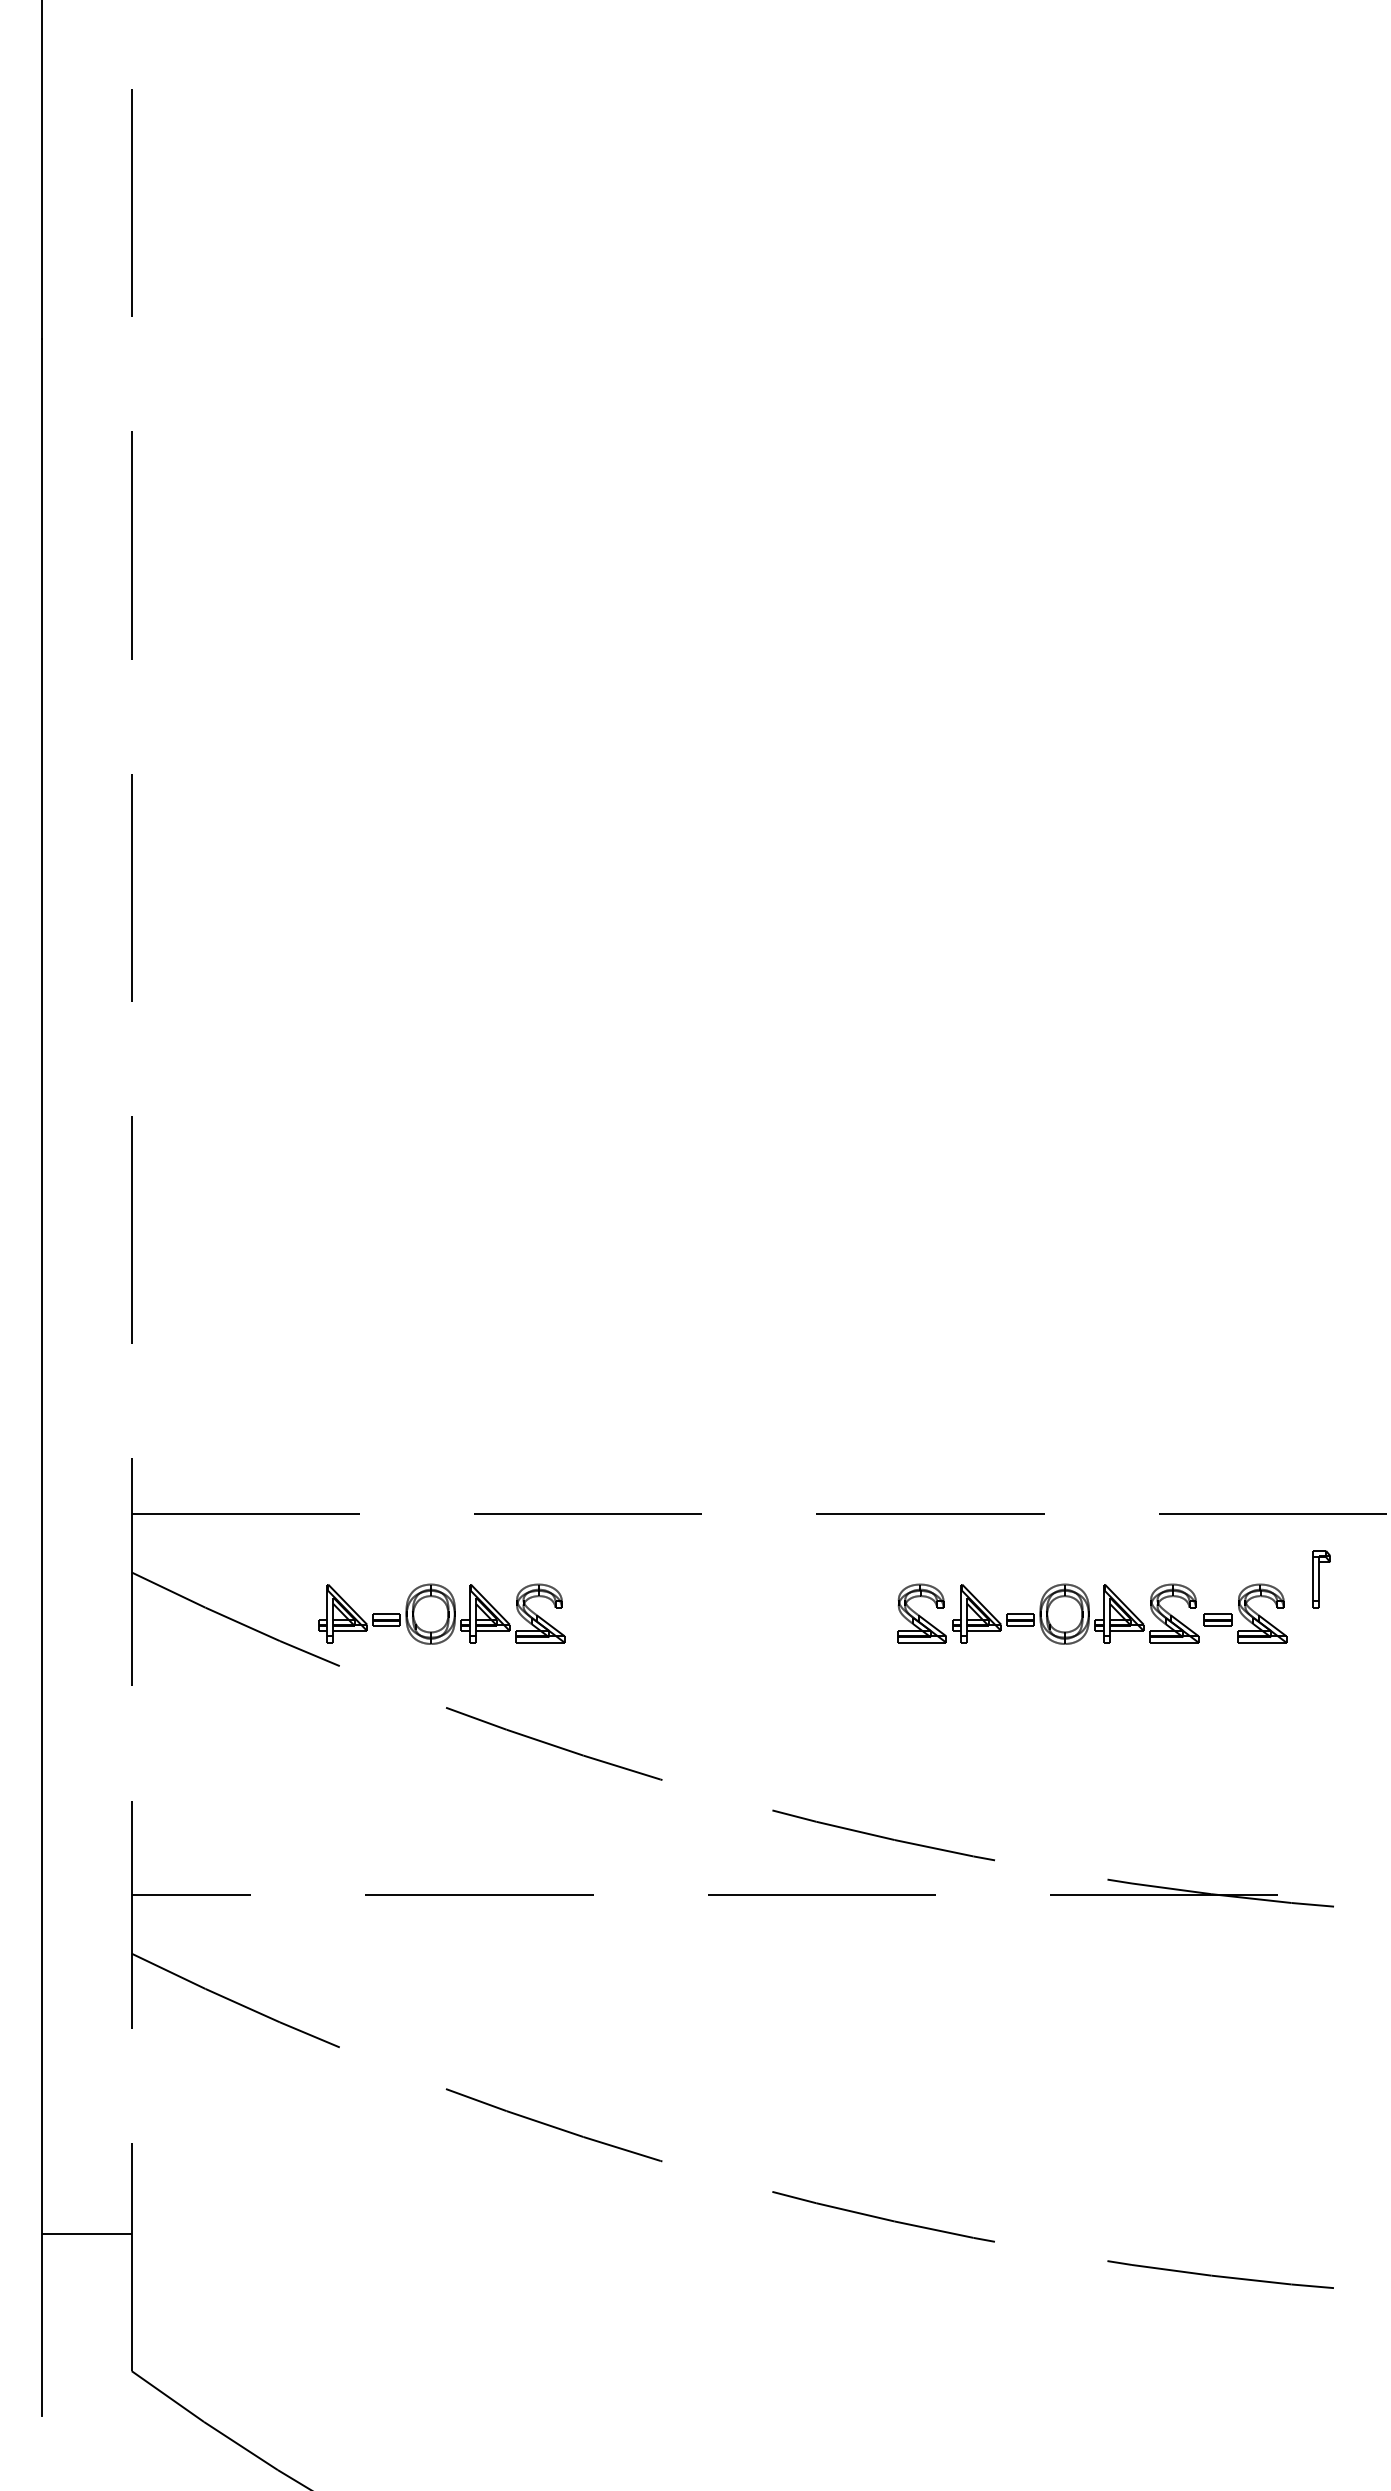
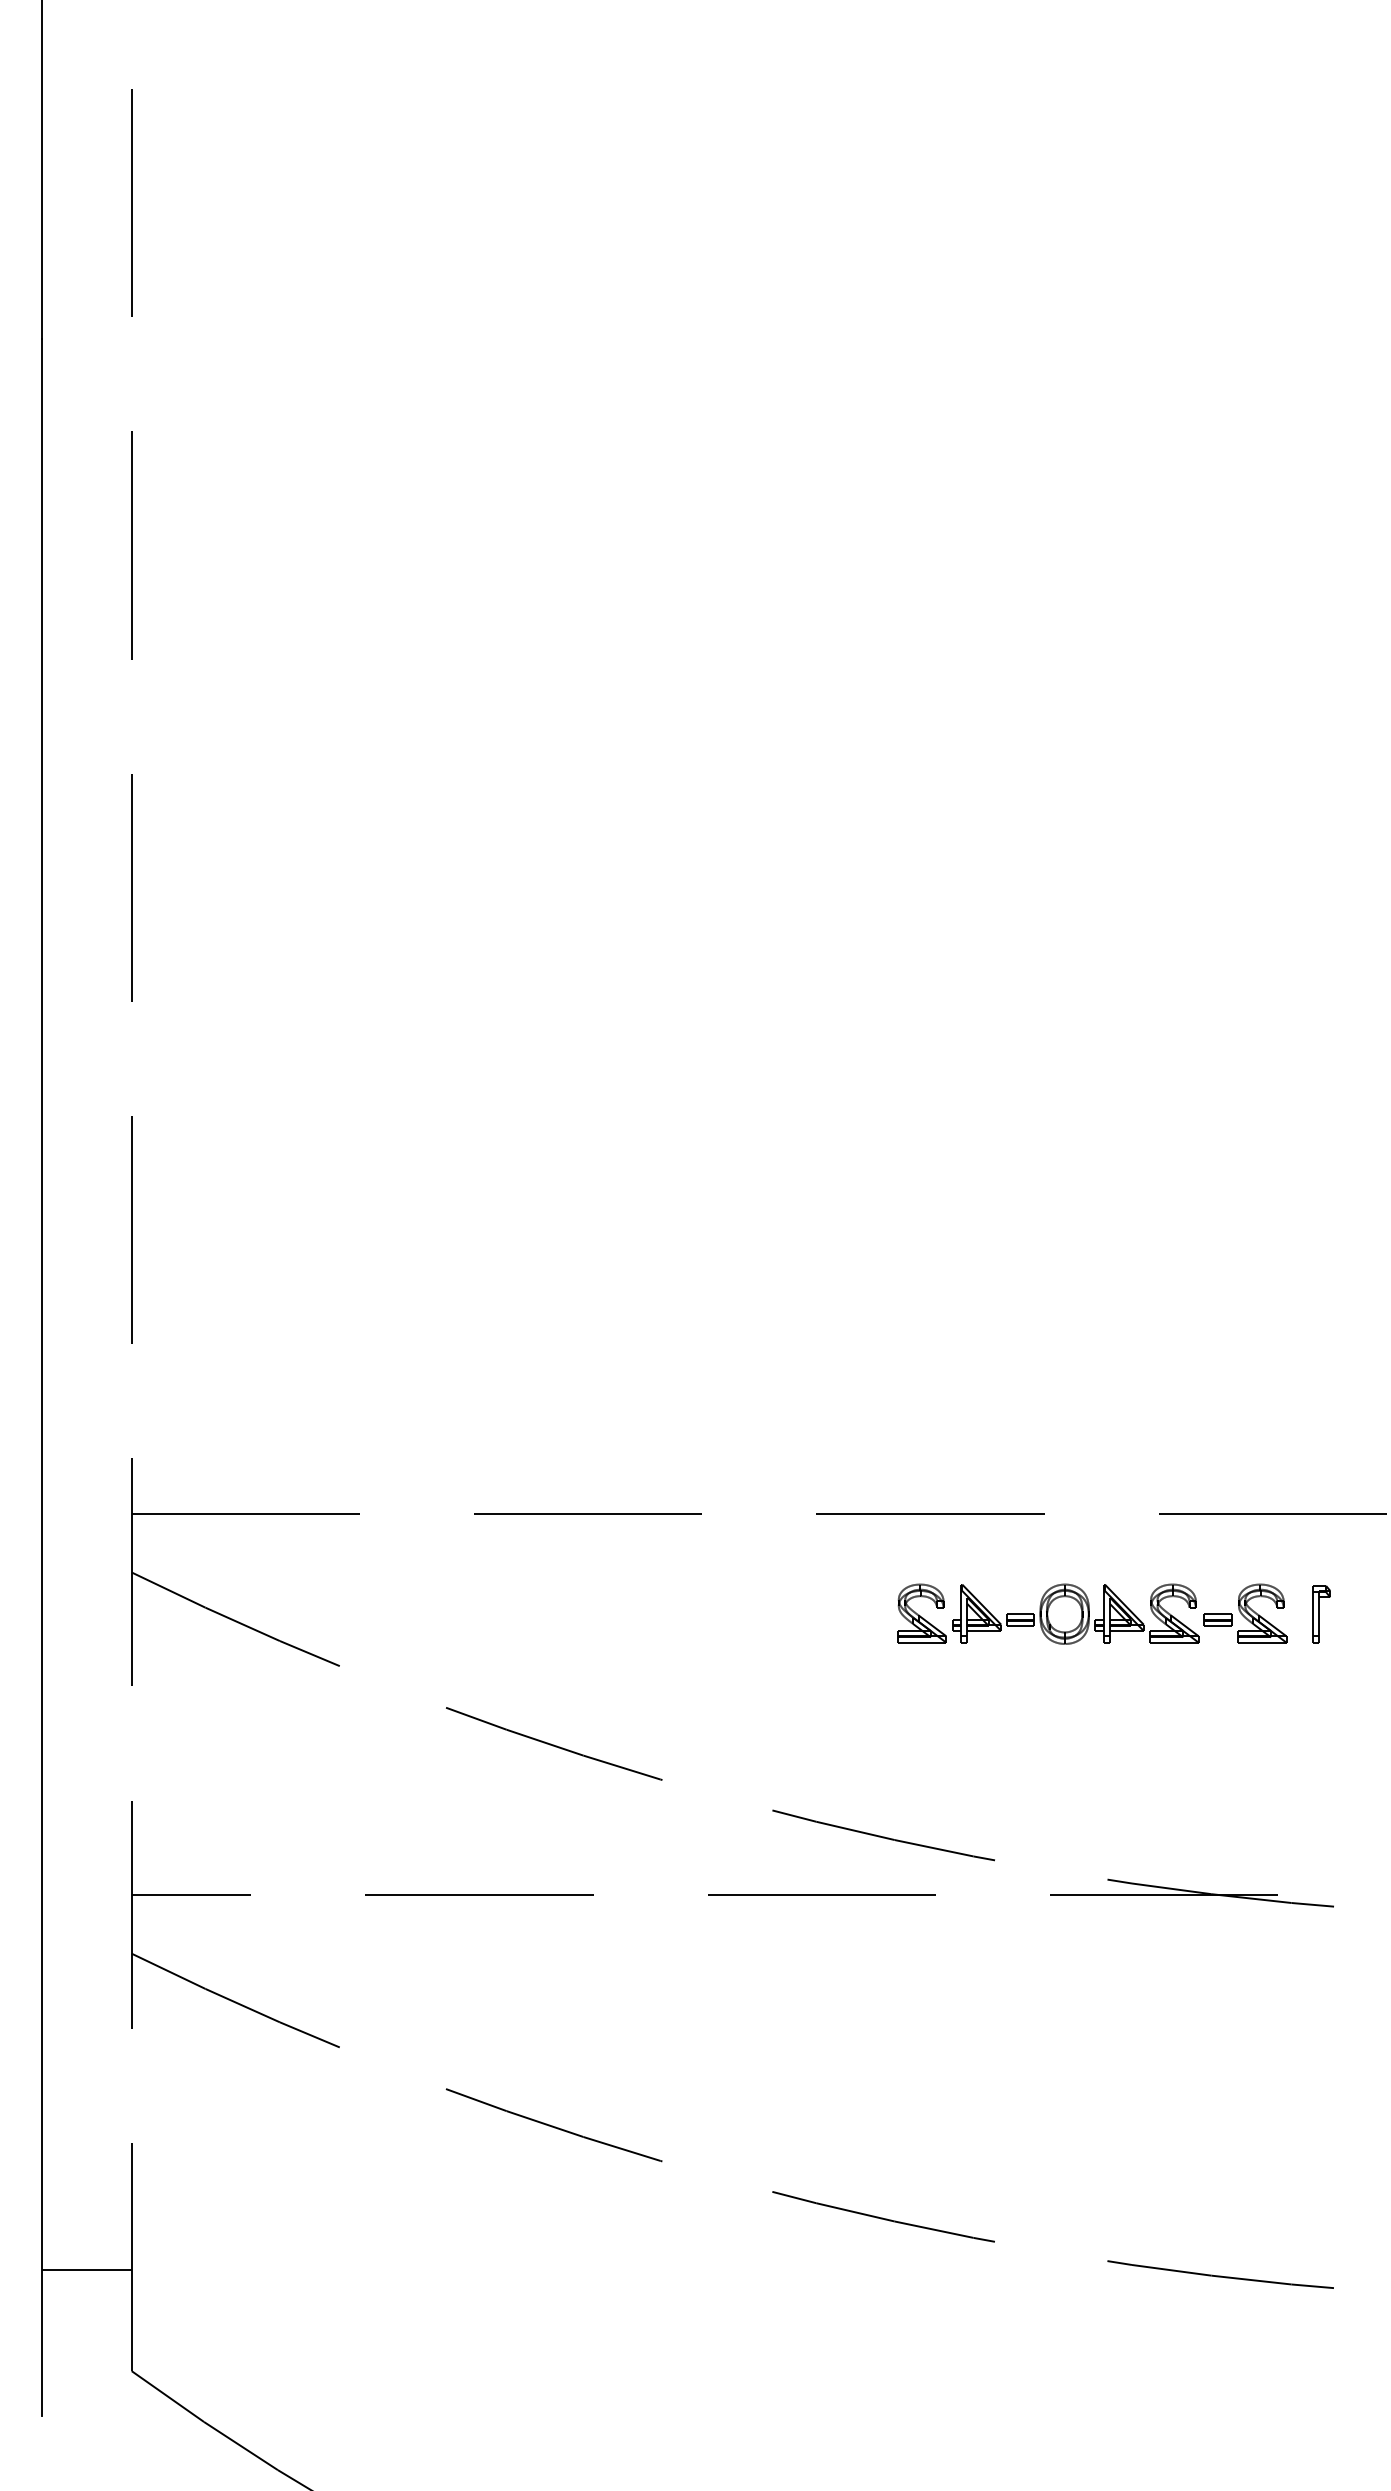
part at (1321, 1579) position: (1321, 1579) -> (1321, 1614)
part at (441, 1613): present -> none
line at (86, 2234) position: (86, 2234) -> (86, 2270)
